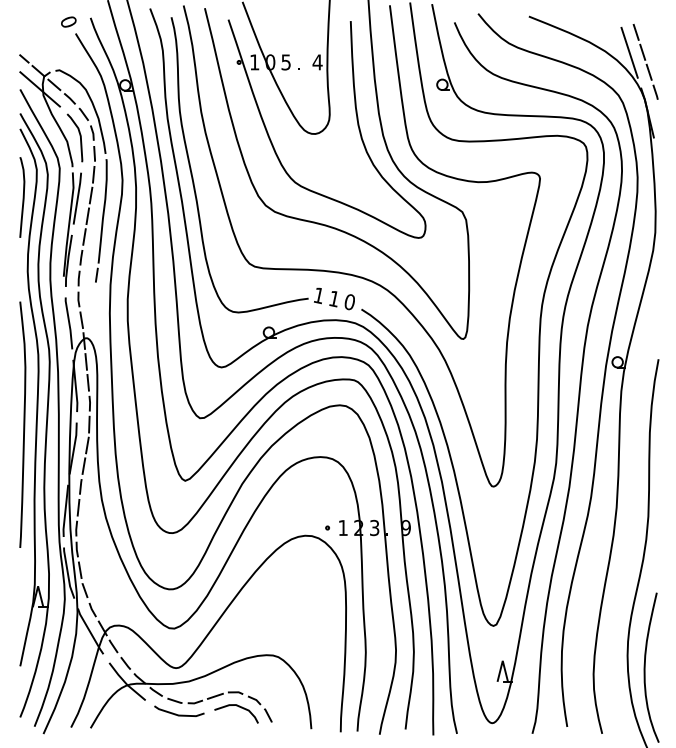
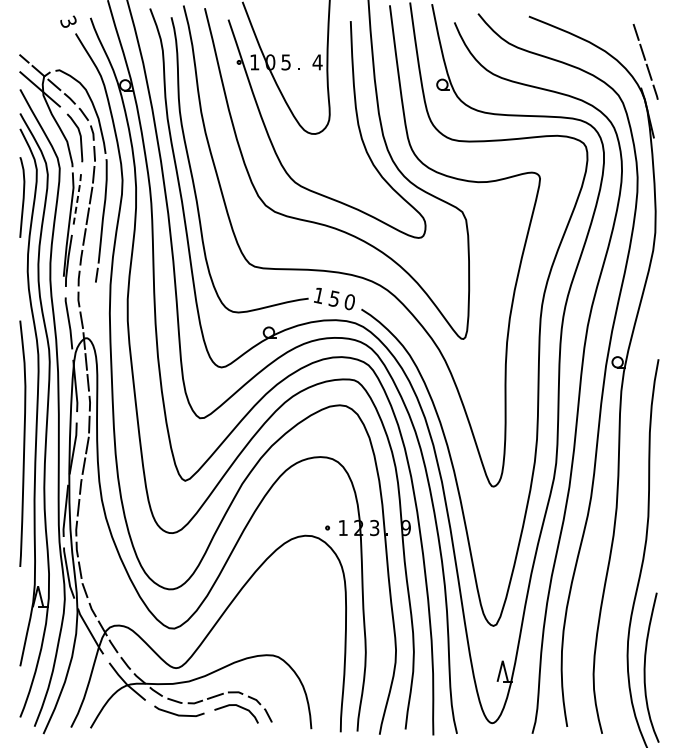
text at (68, 21): 0 -> 3
line at (629, 52): present -> none
line at (77, 197): solid -> dashed
text at (333, 298): 1 -> 5
curve at (23, 424) position: (23, 424) -> (23, 443)
